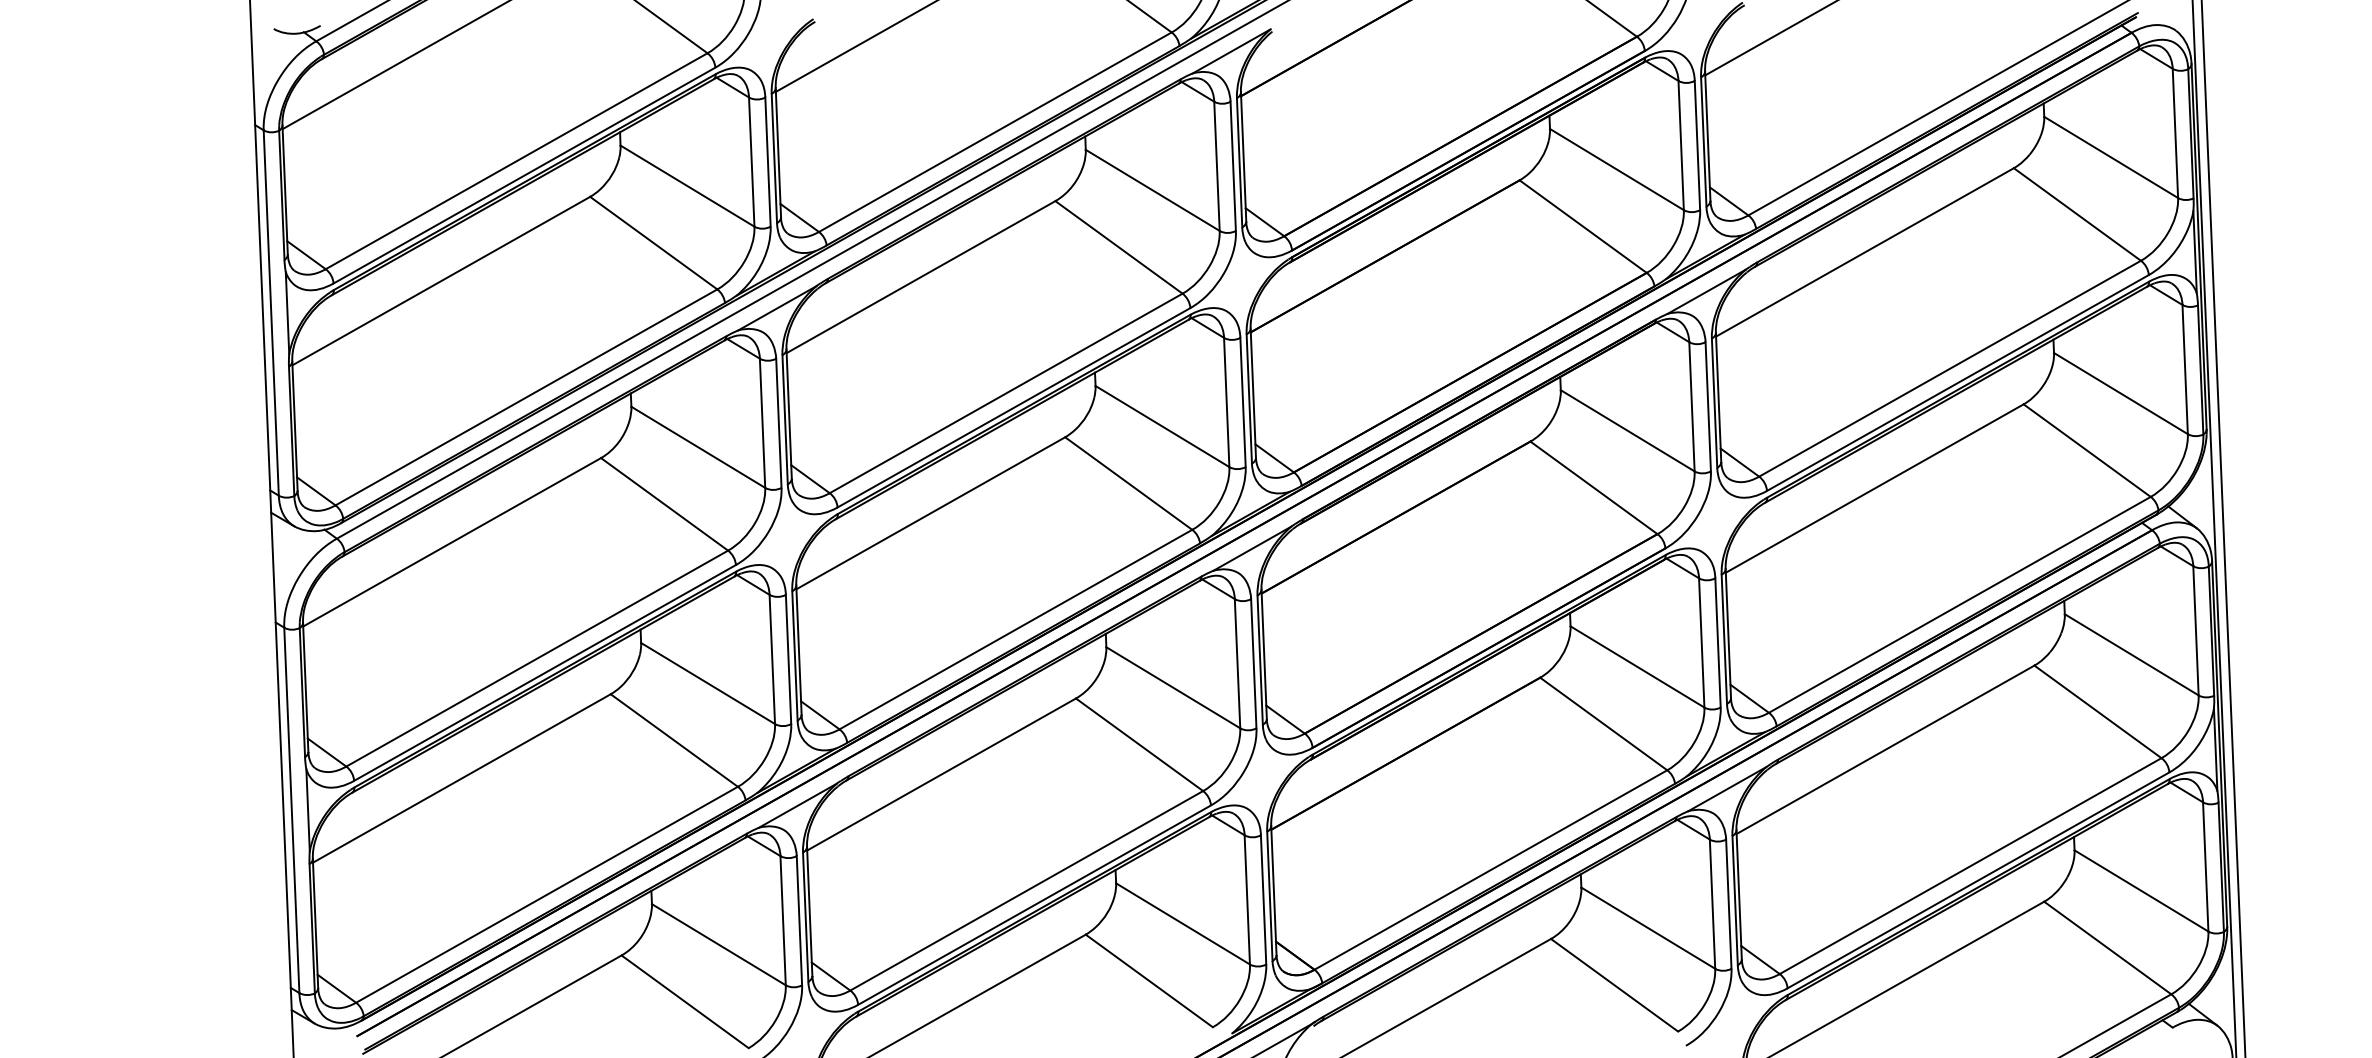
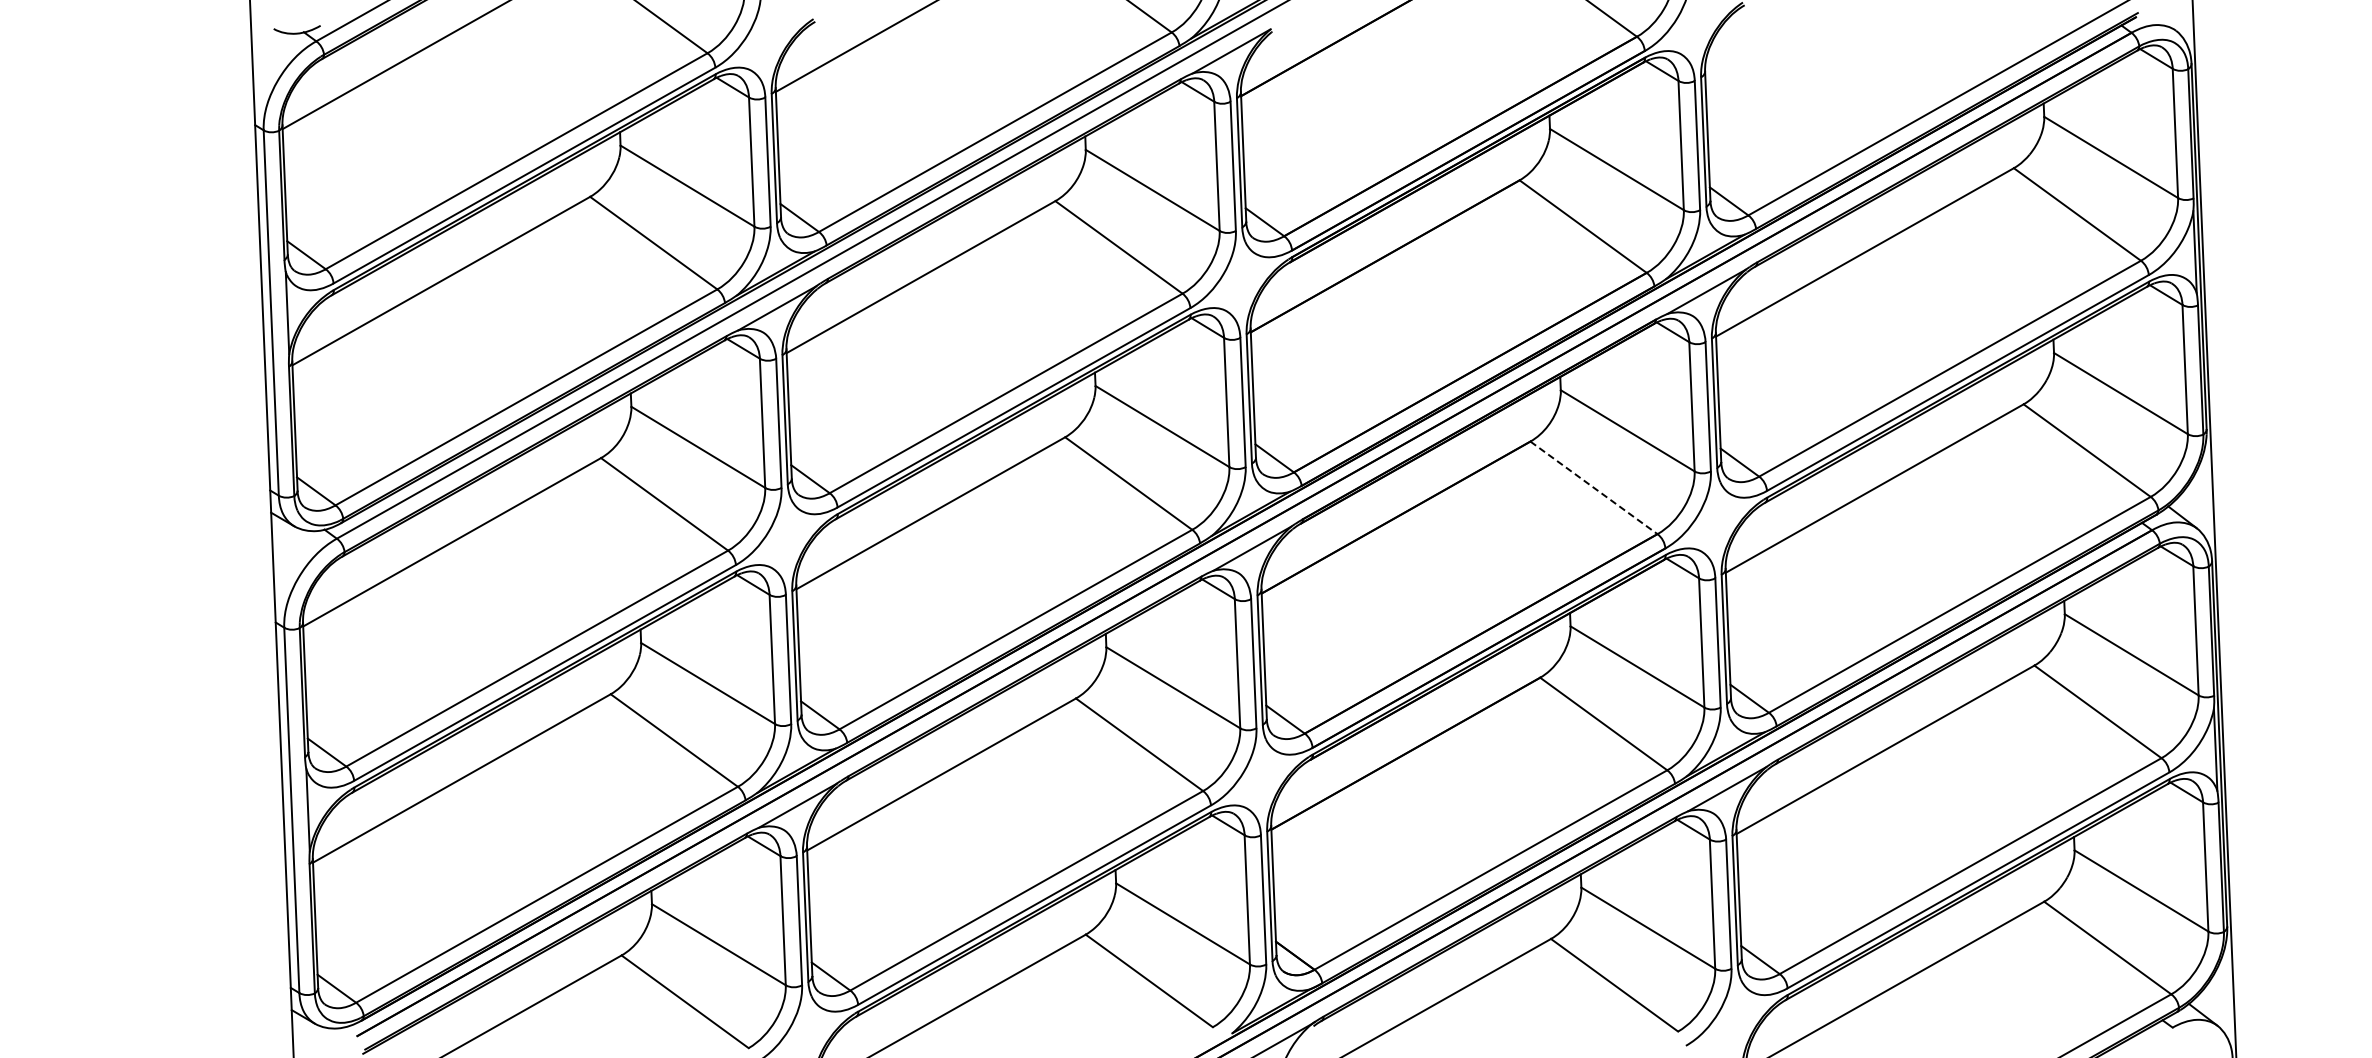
line at (1770, 38): present -> none
line at (1593, 487): solid -> dashed
line at (2223, 528): present -> none
